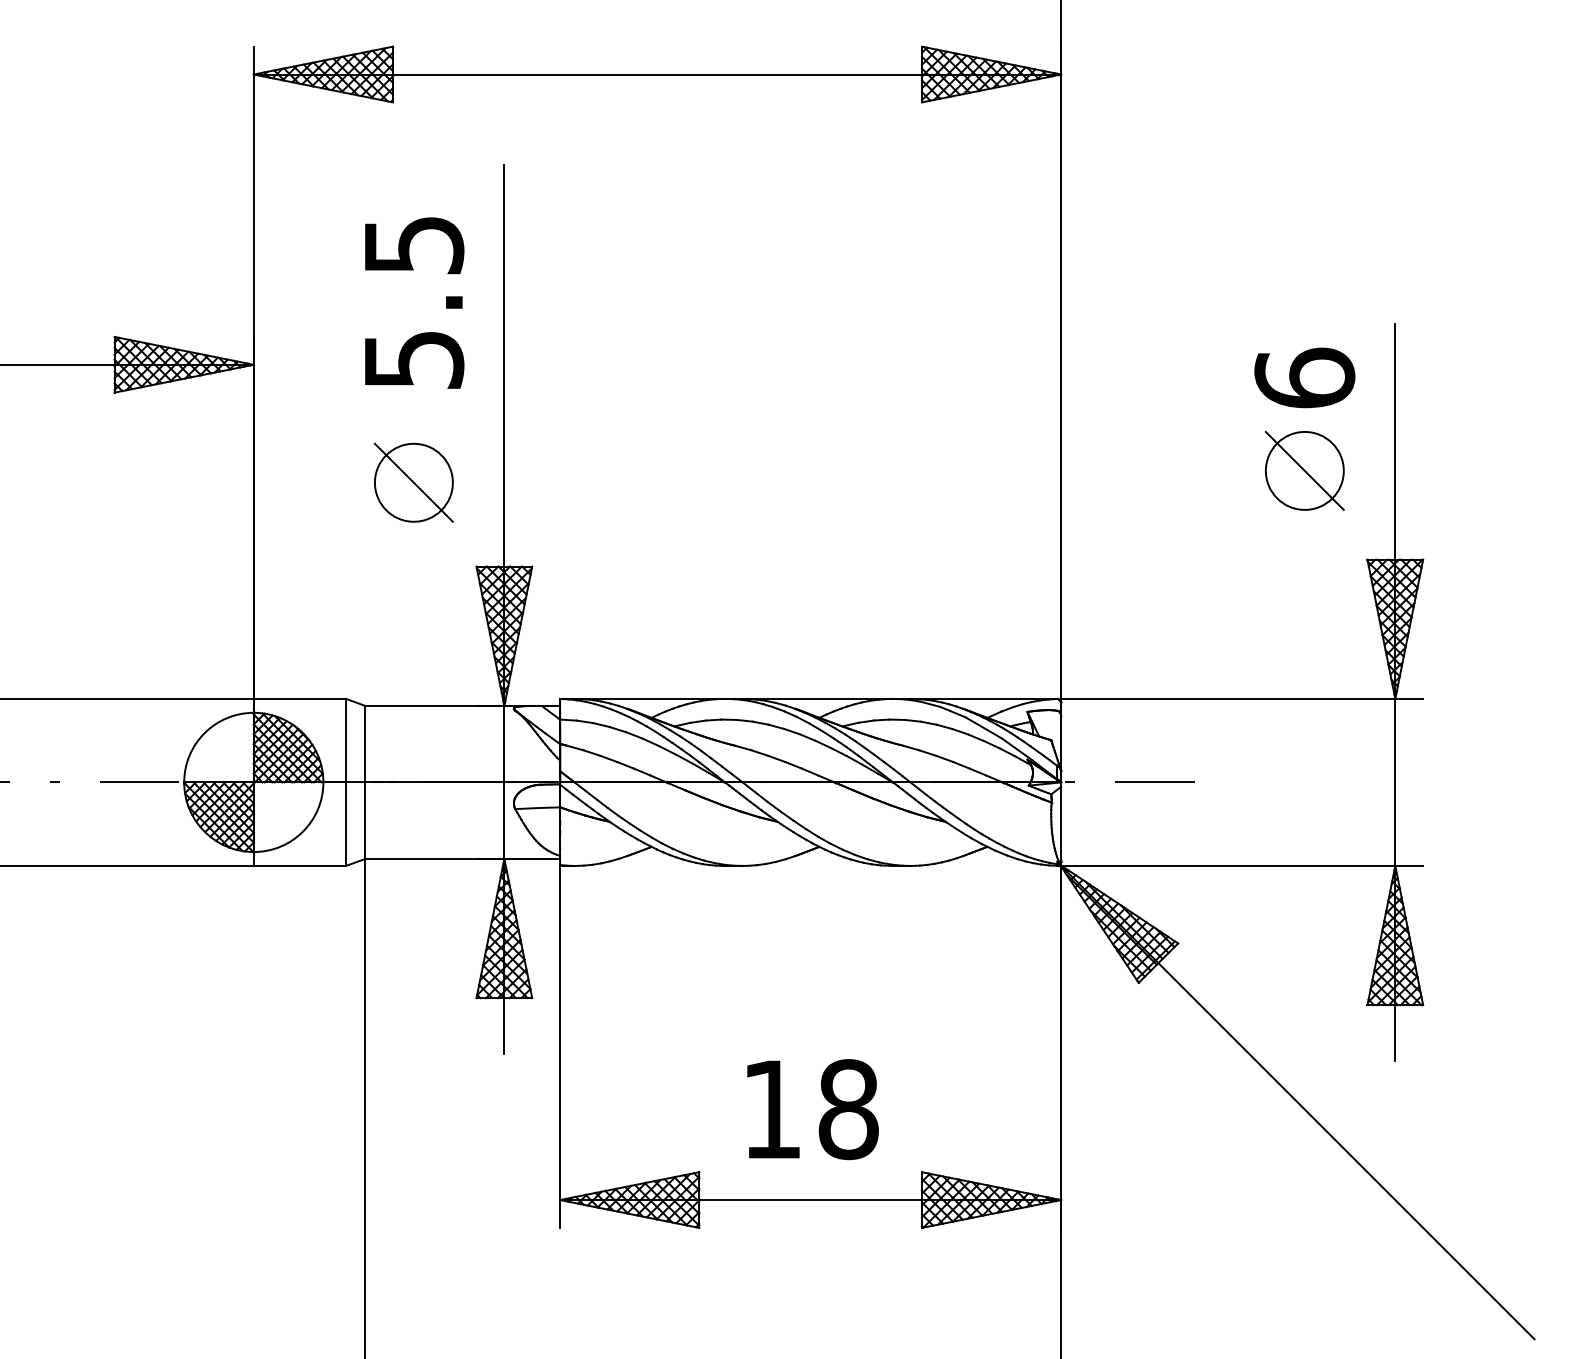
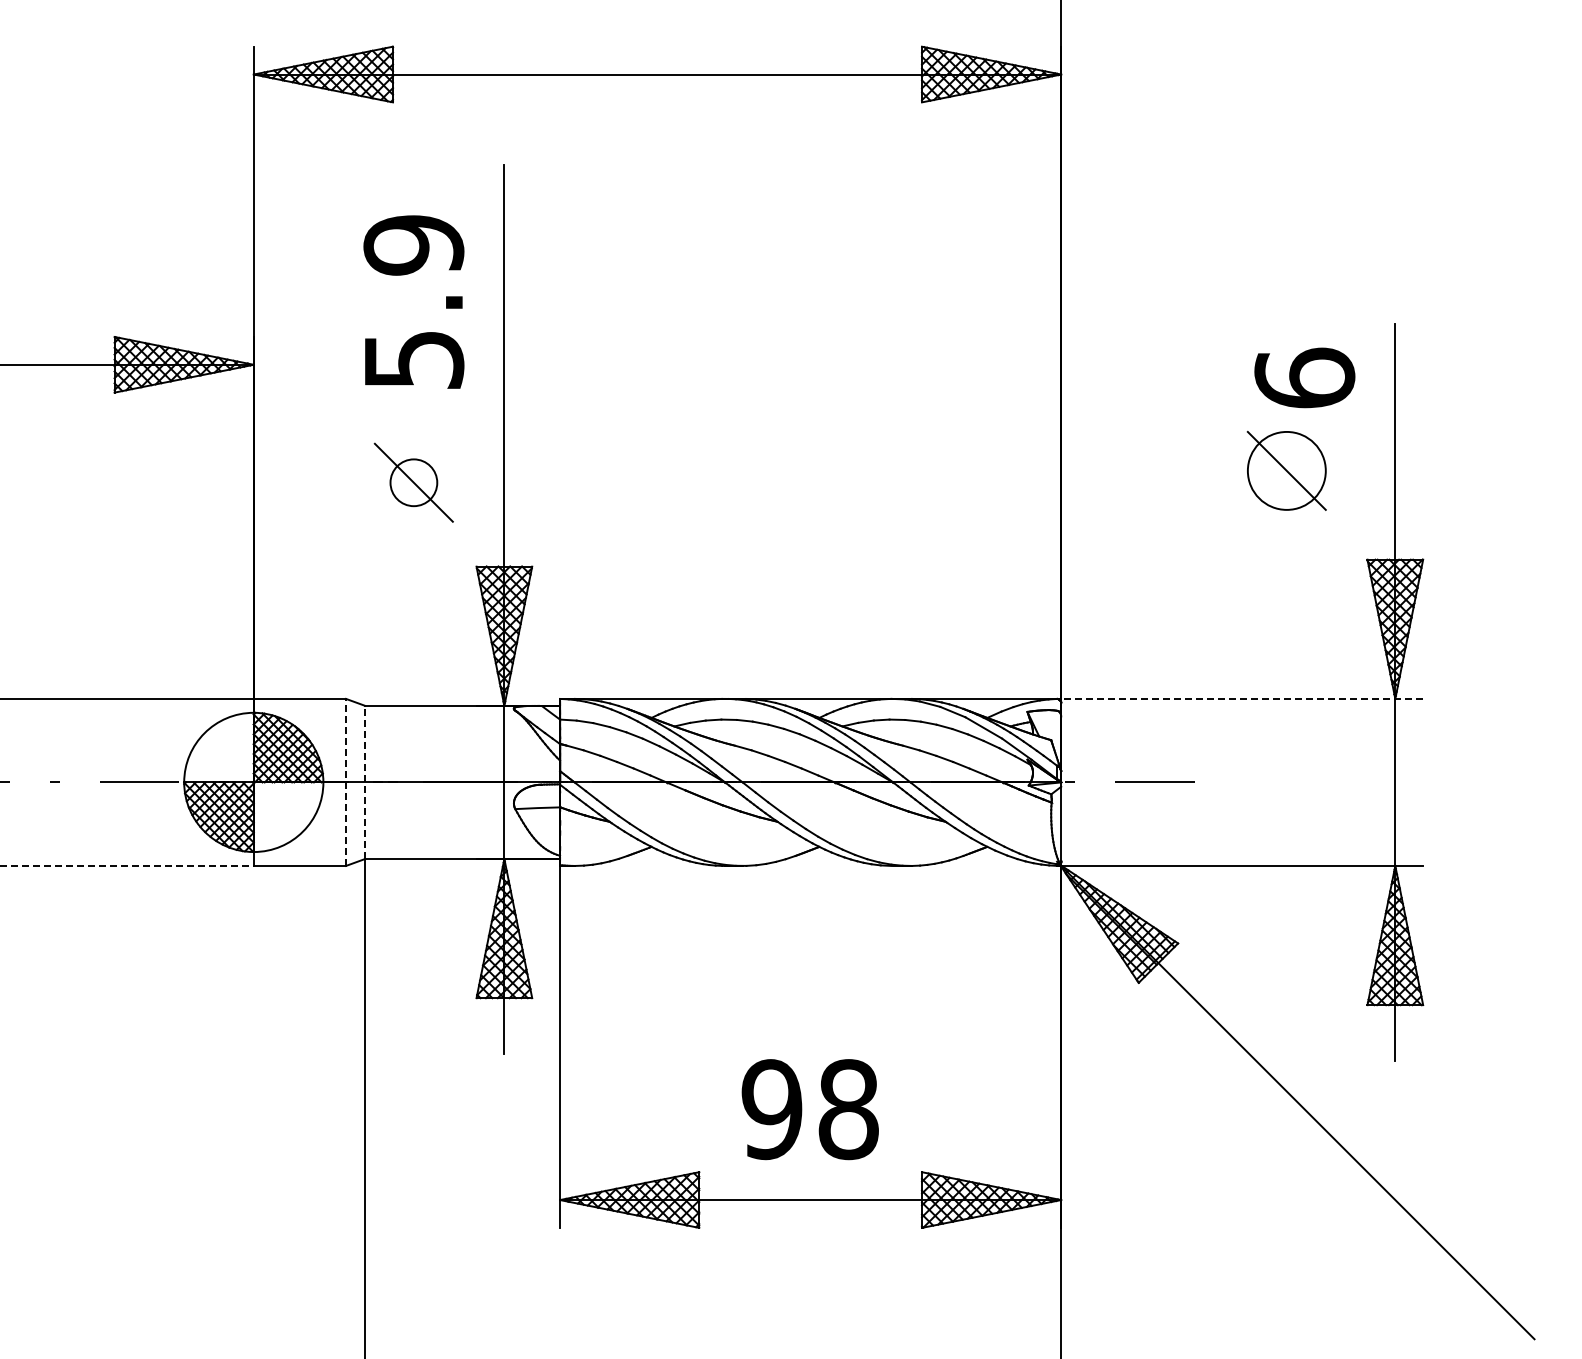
text at (413, 245): 5.5 -> 5.9
part at (1304, 470) position: (1304, 470) -> (1286, 470)
circle at (413, 482) diameter: 78 px -> 47 px
line at (1239, 698): solid -> dashed
line at (346, 782): solid -> dashed
line at (365, 782): solid -> dashed
line at (126, 865): solid -> dashed
text at (771, 1109): 18 -> 98
